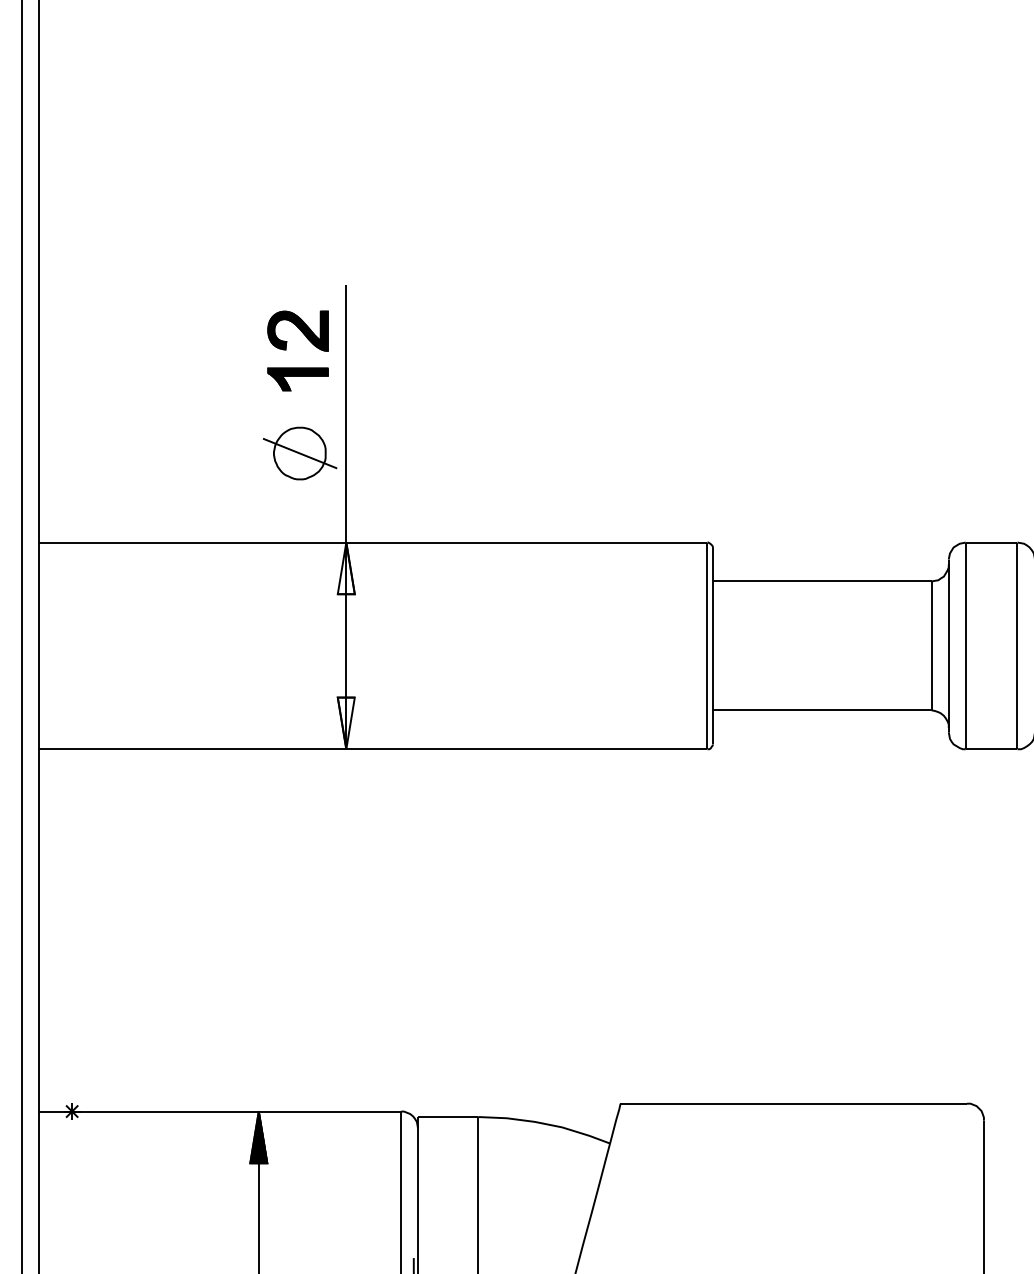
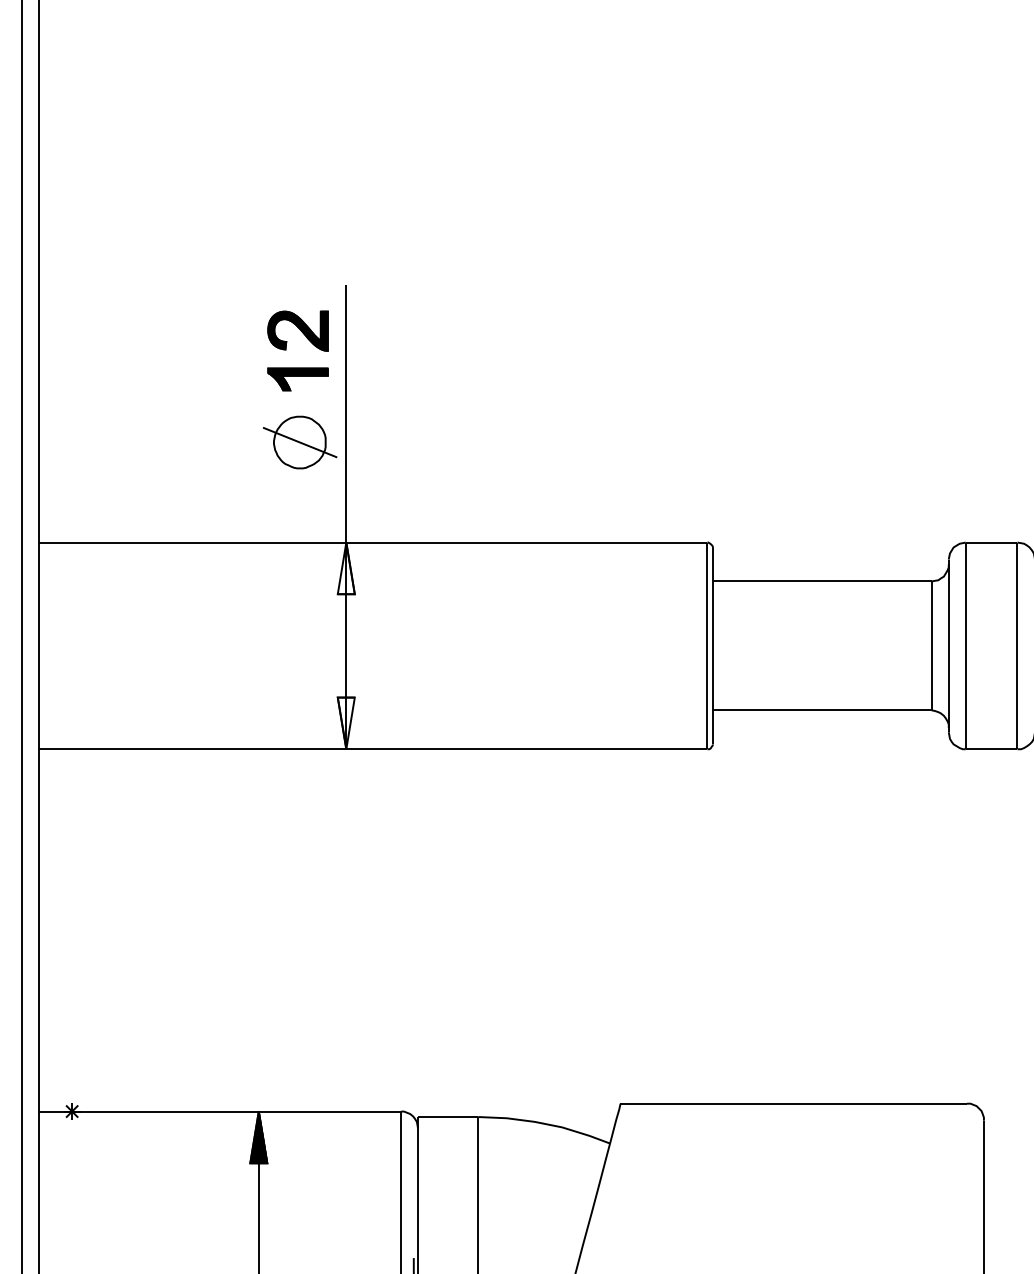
part at (299, 453) position: (299, 453) -> (299, 442)
